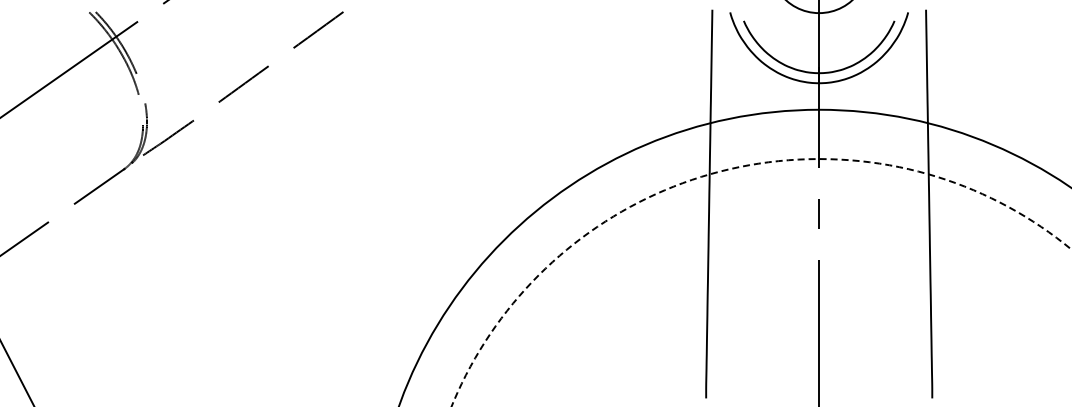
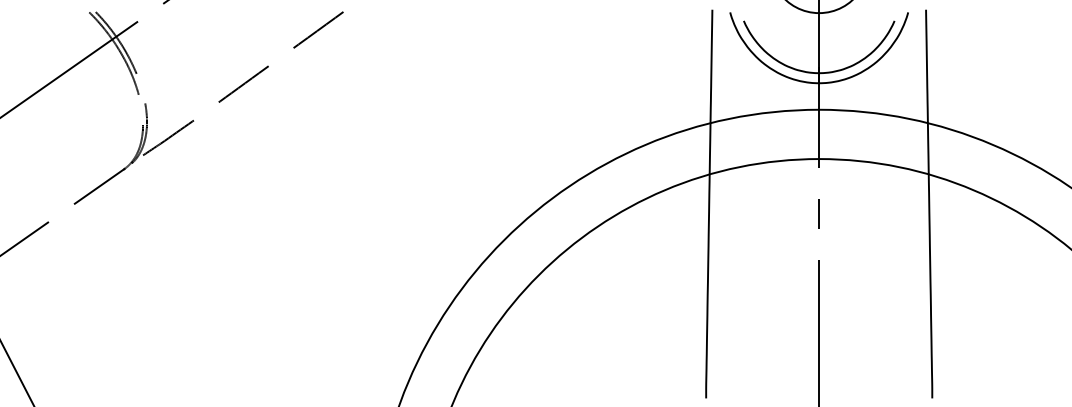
circle at (761, 282): dashed -> solid
